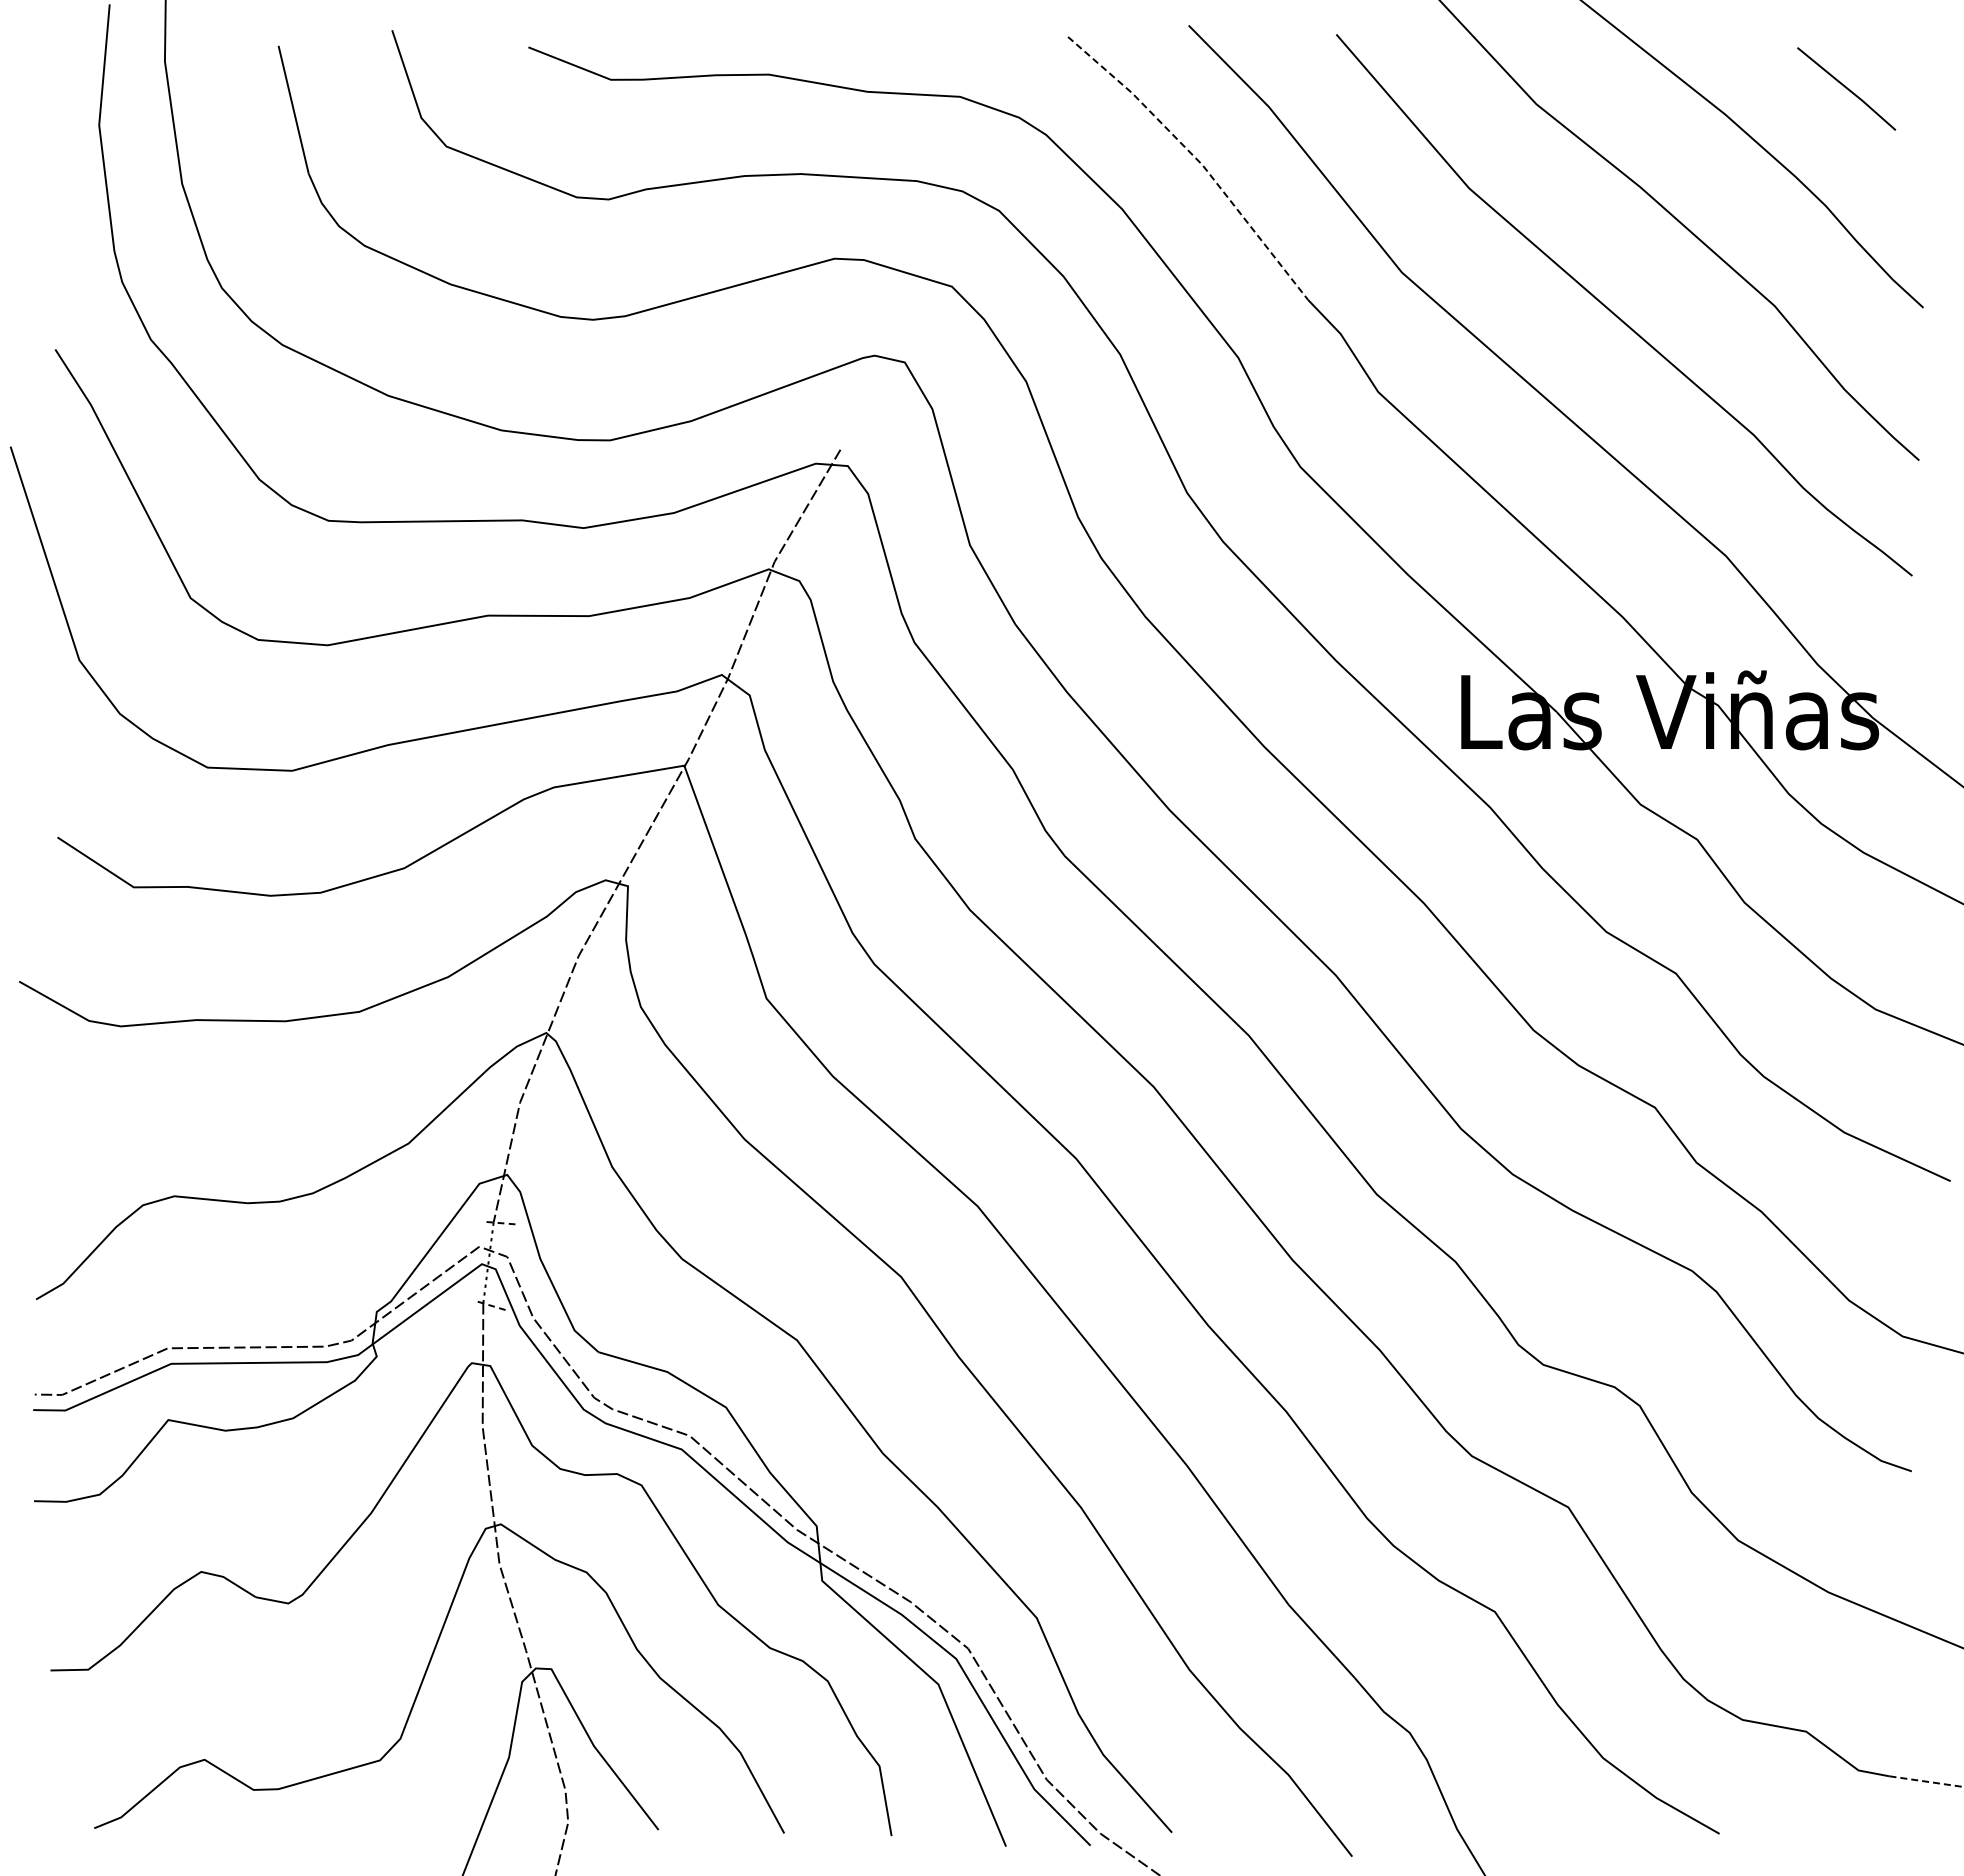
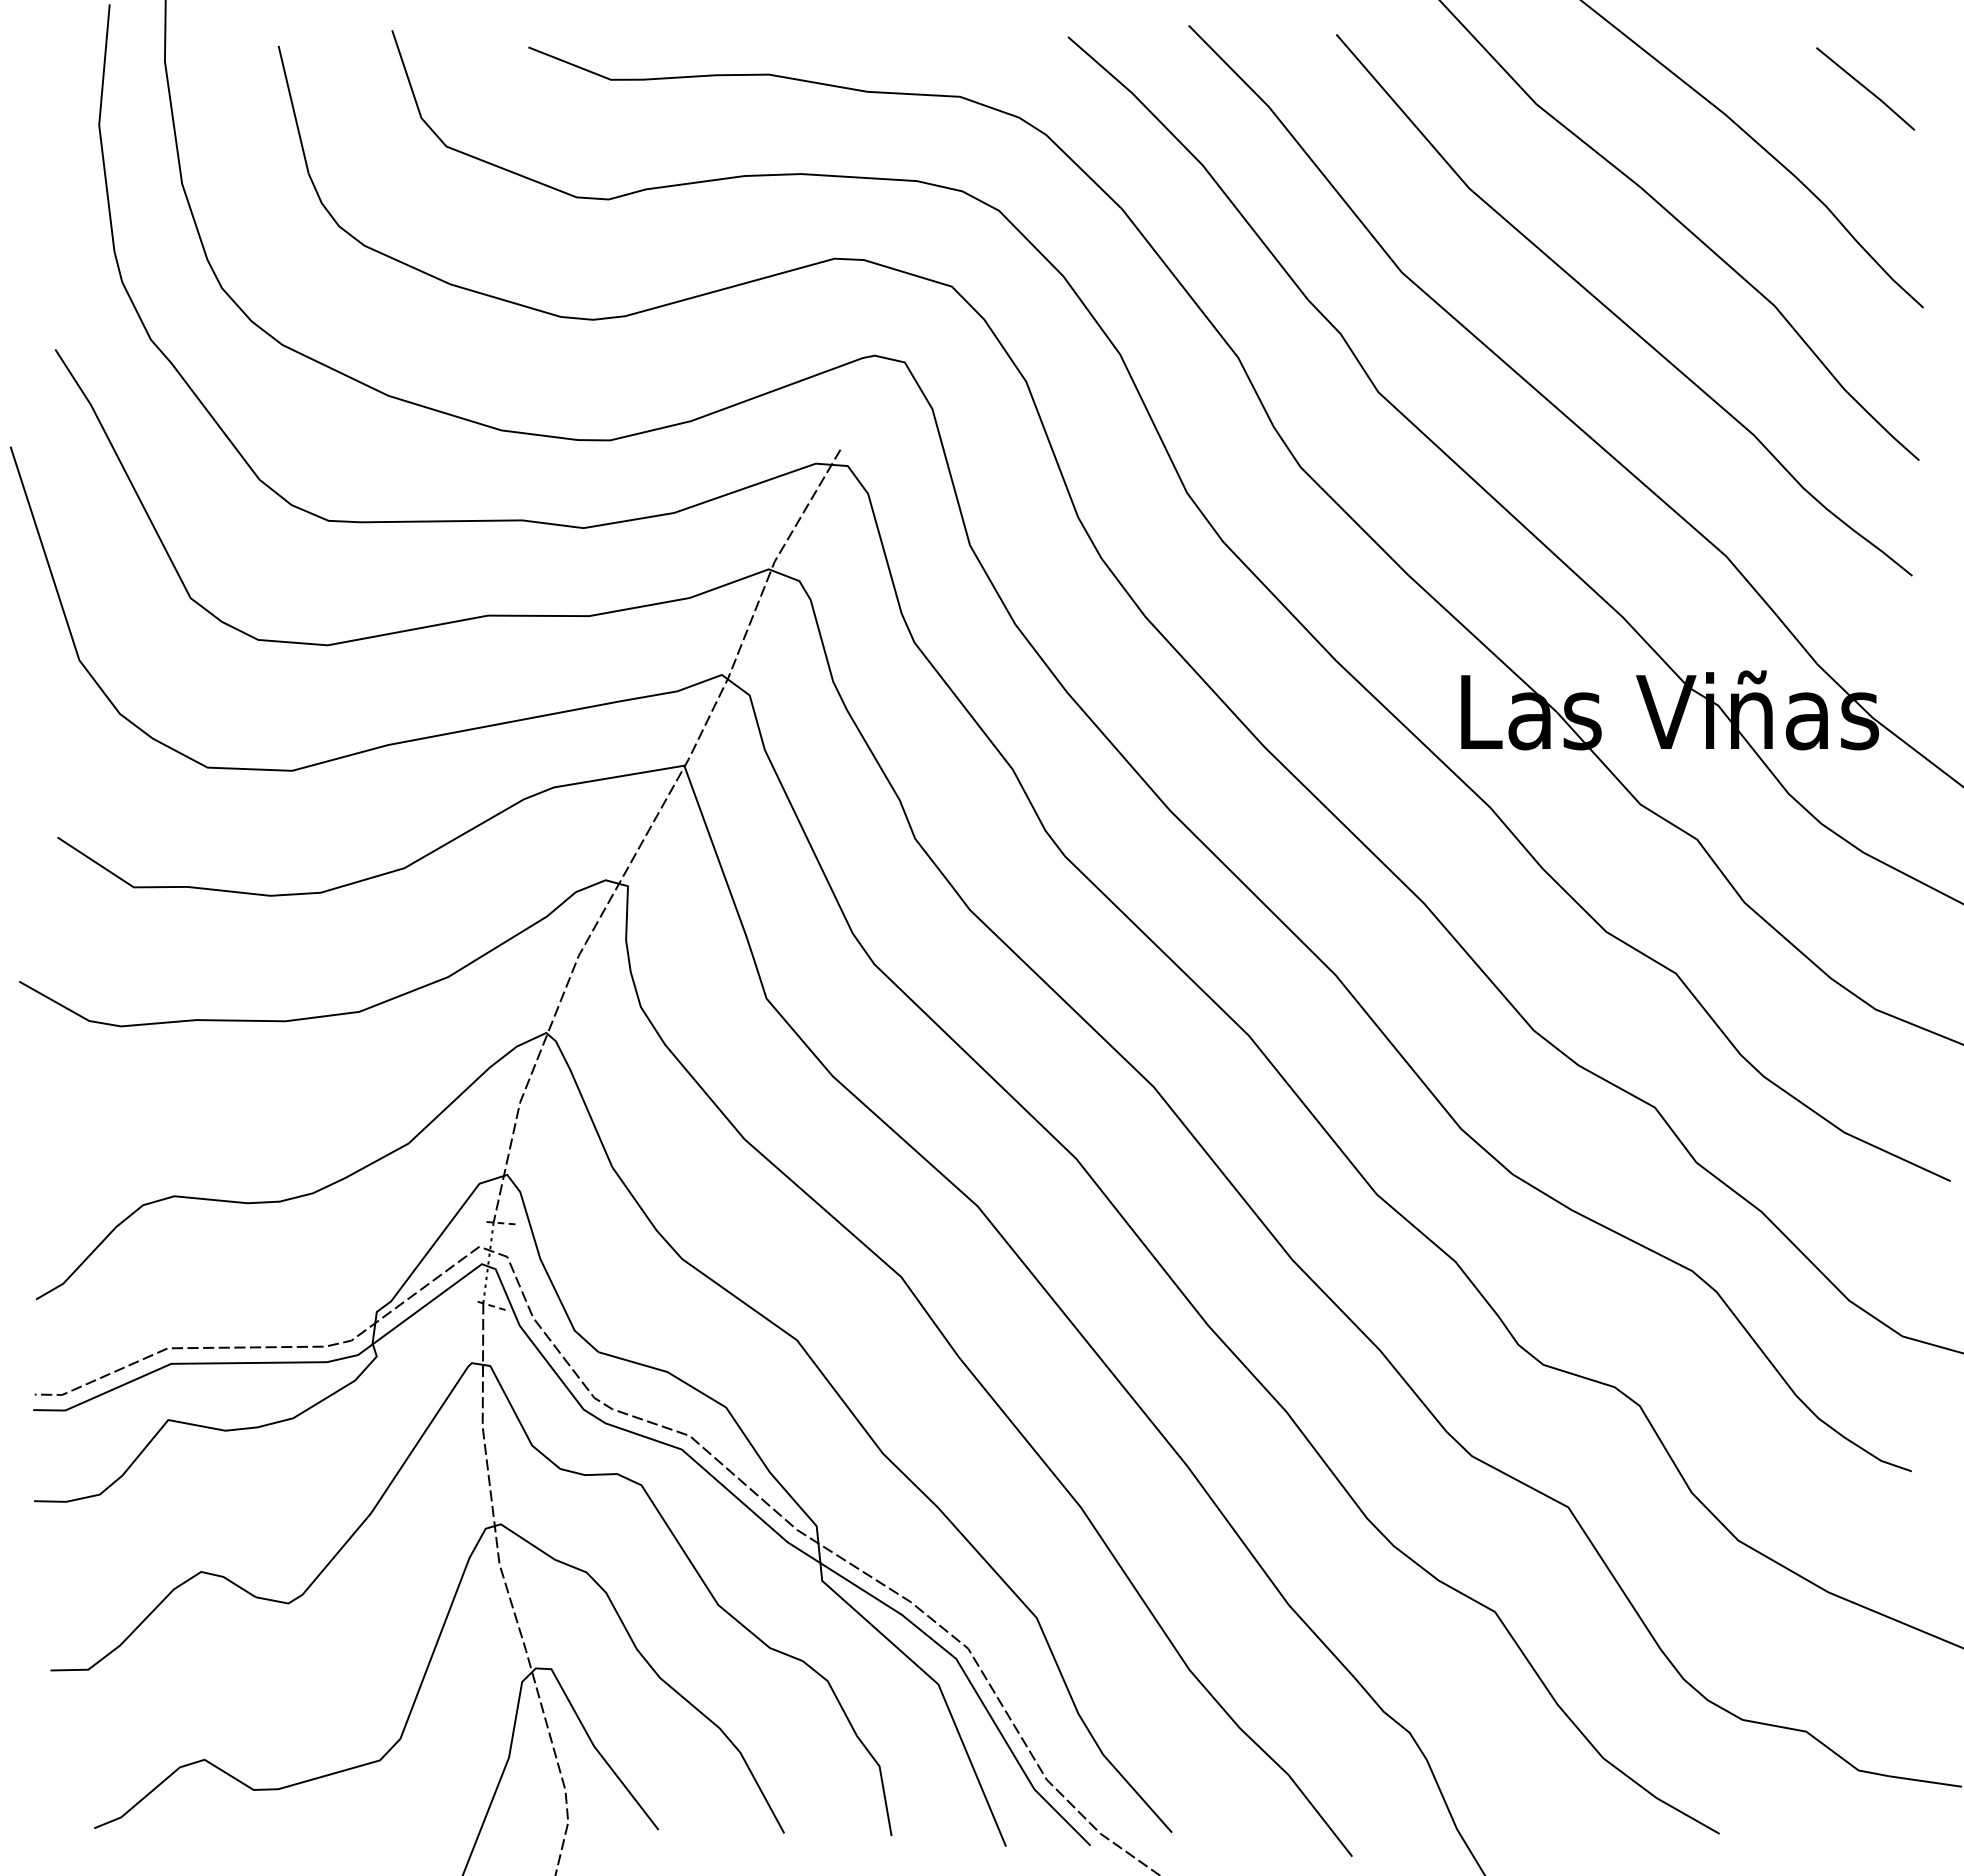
line at (1846, 88) position: (1846, 88) -> (1865, 88)
line at (1197, 160): dashed -> solid
line at (1925, 1781): dashed -> solid
